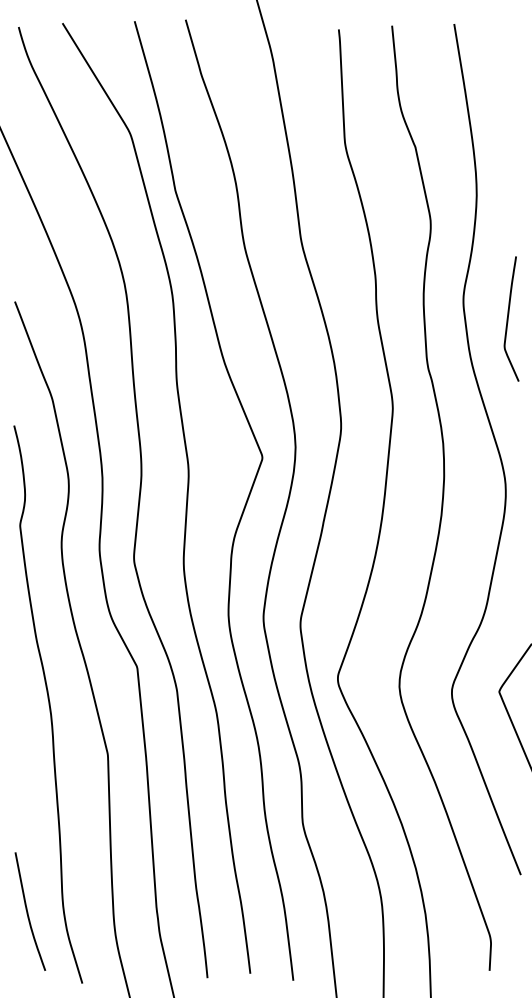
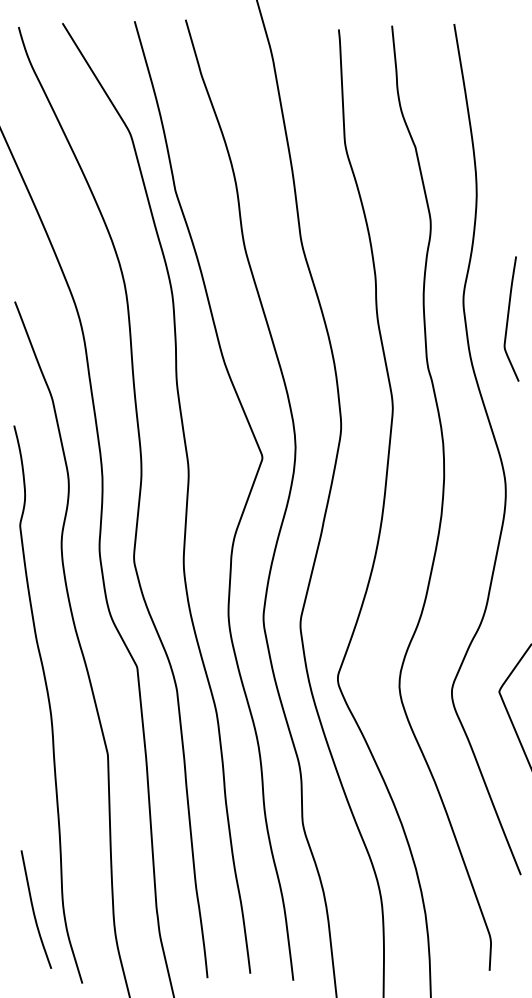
curve at (28, 912) position: (28, 912) -> (34, 910)
